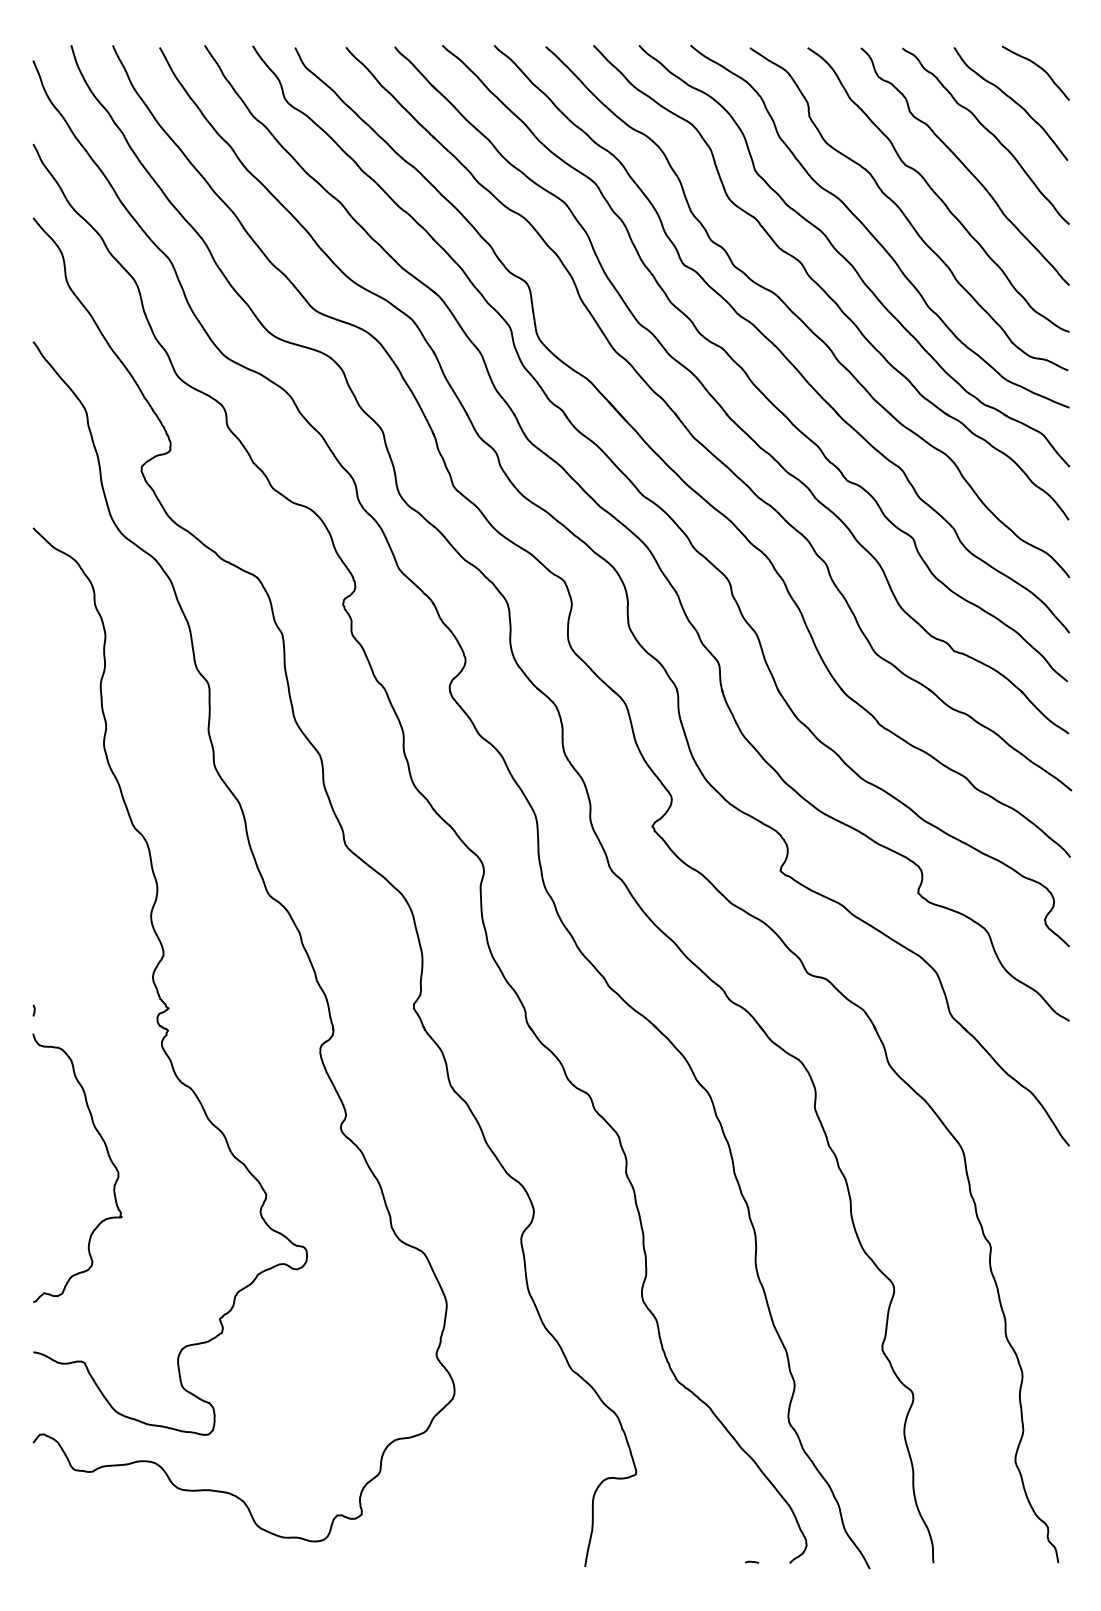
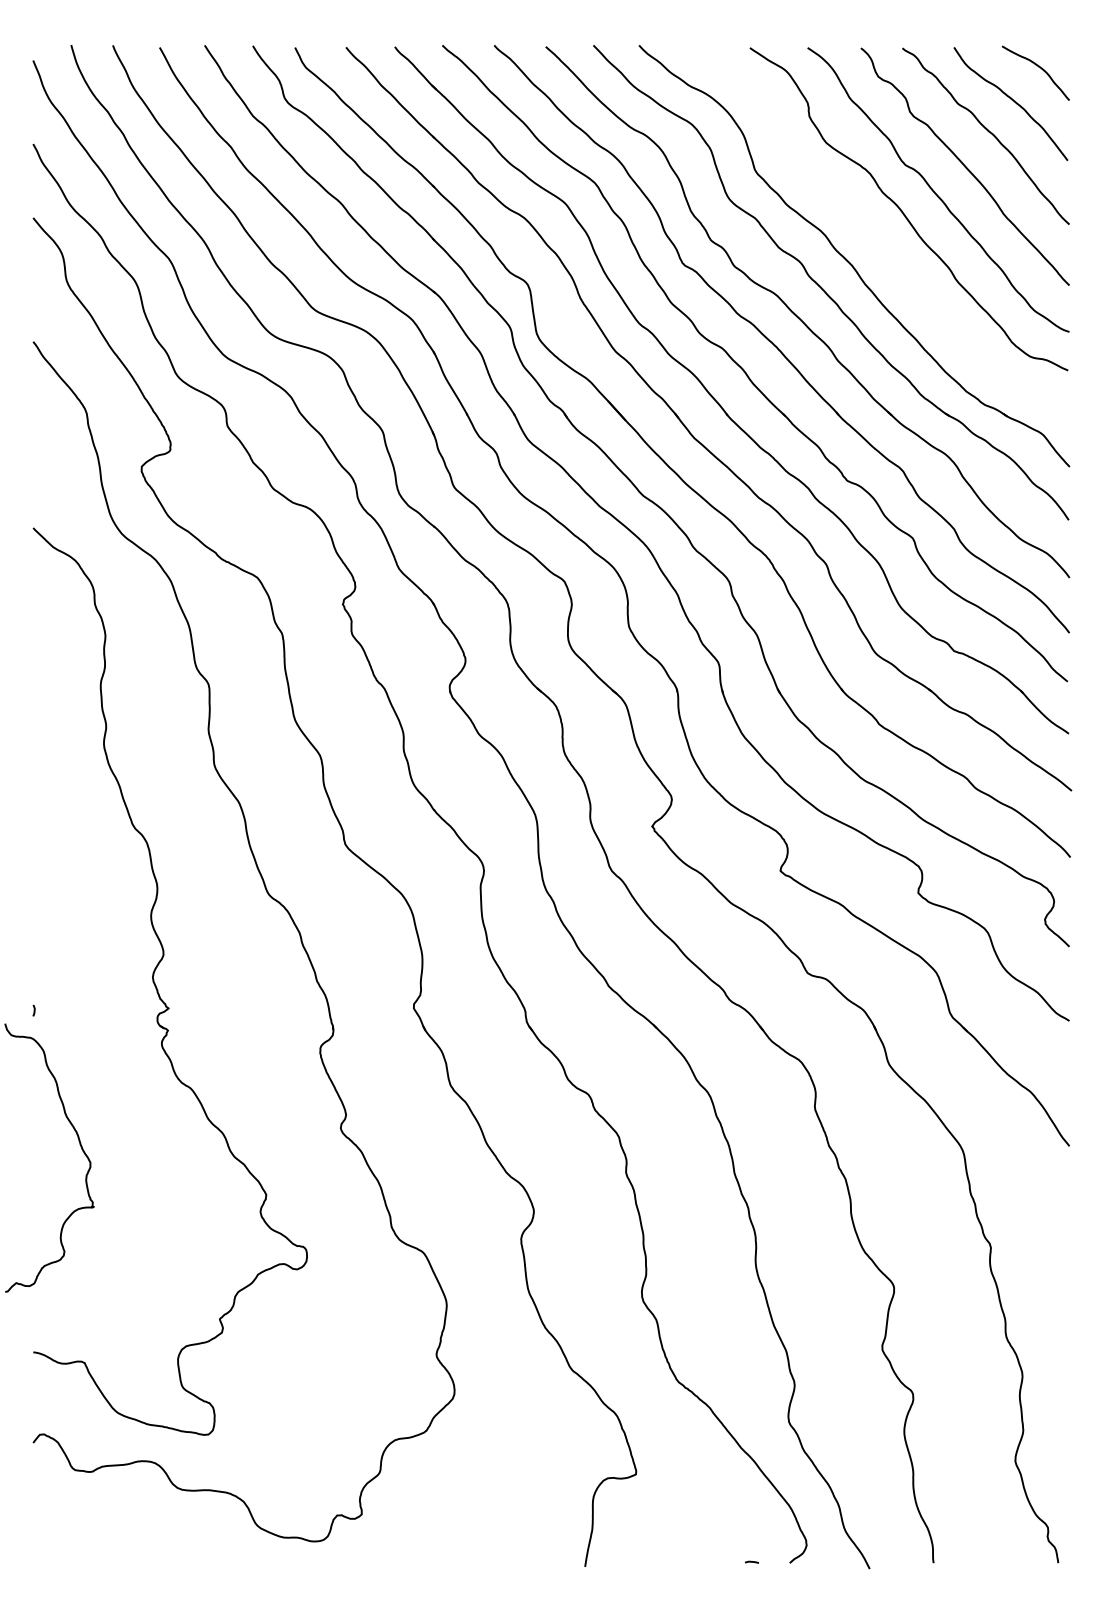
curve at (872, 233): present -> none
curve at (108, 1157) position: (108, 1157) -> (80, 1147)
